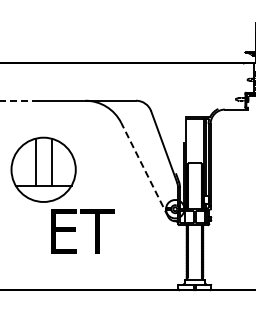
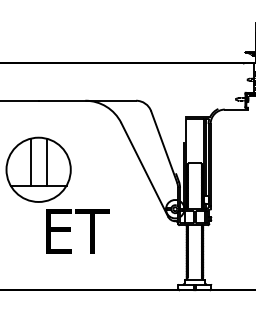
line at (19, 100): dashed -> solid
line at (144, 169): dashed -> solid
part at (62, 194) position: (62, 194) -> (57, 194)
